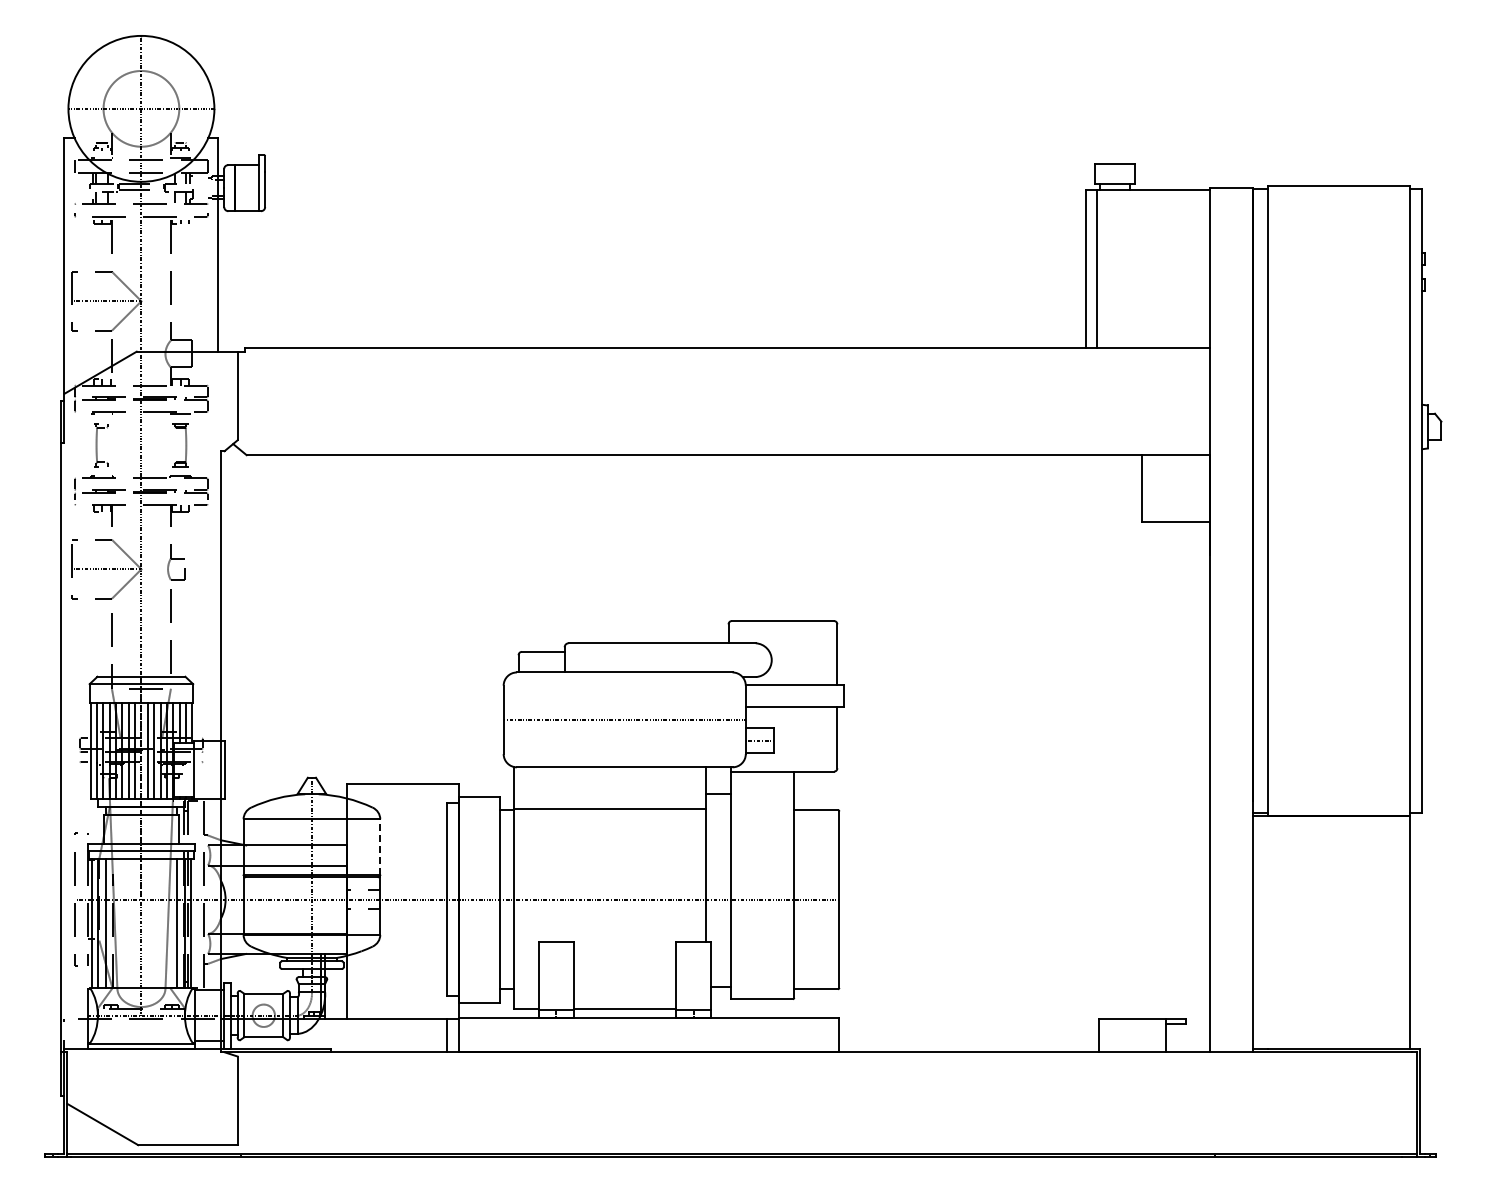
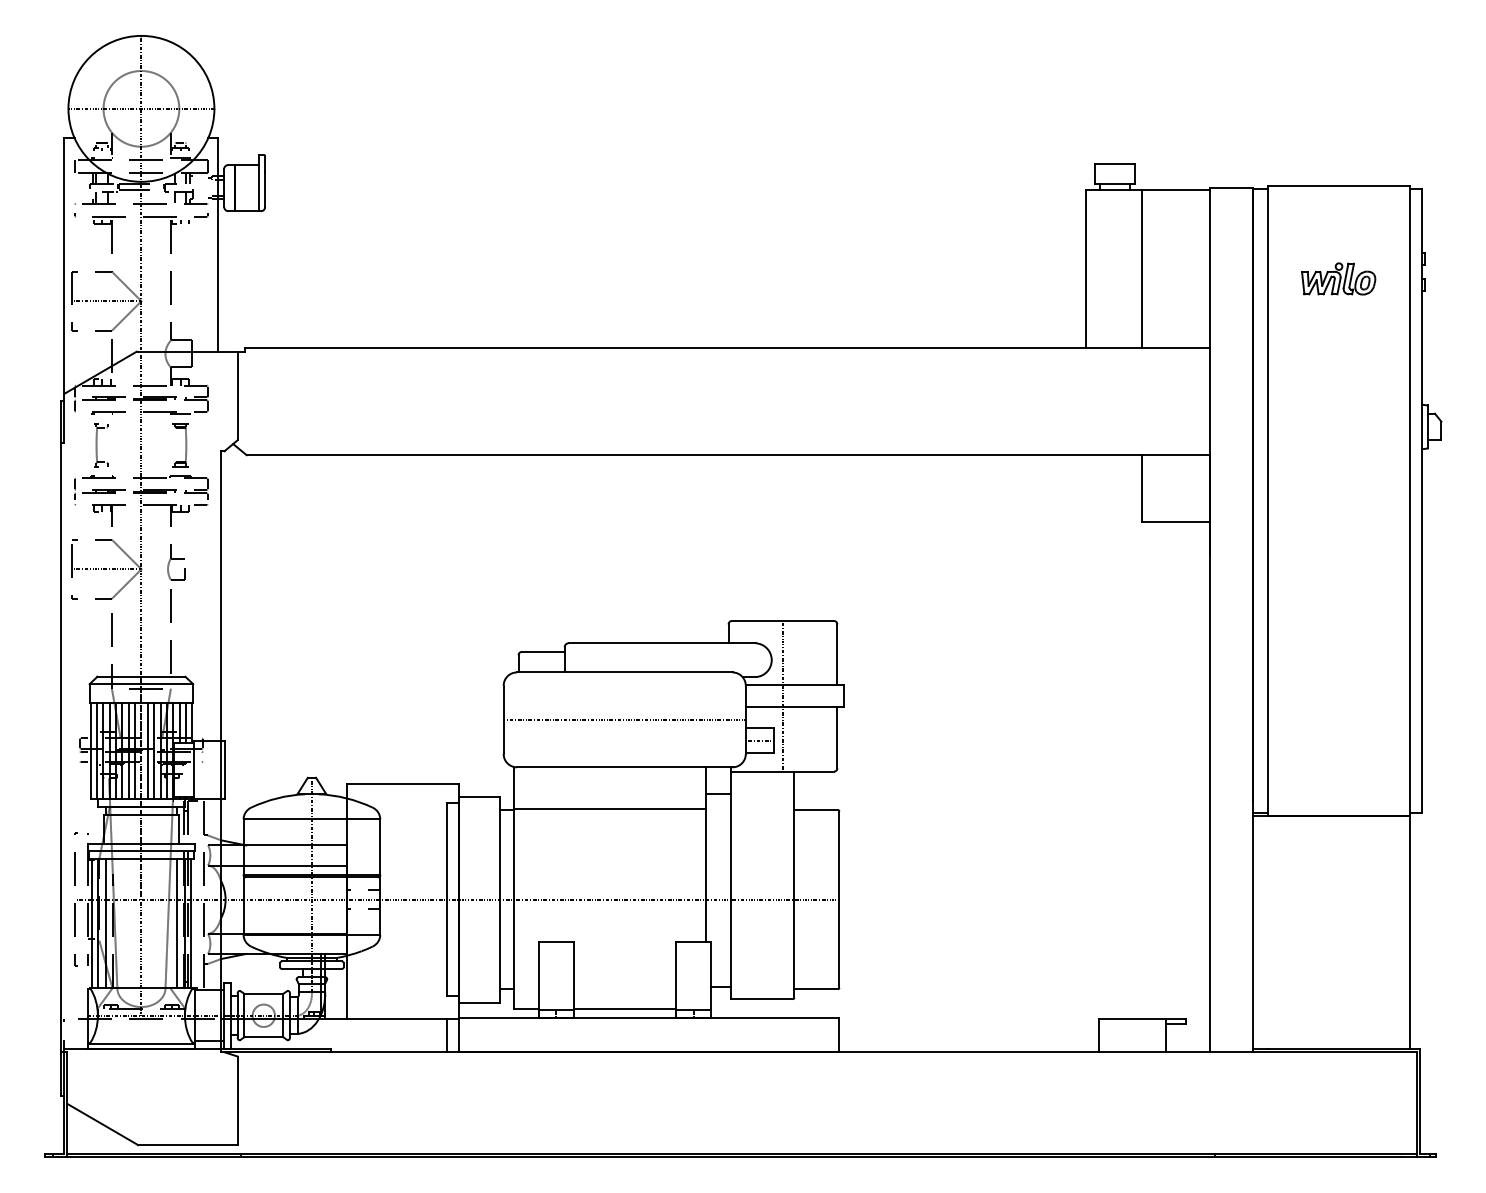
line at (1096, 268) position: (1096, 268) -> (1141, 268)
part at (1338, 278): none -> present
line at (782, 696): none -> present
line at (380, 847): dashed -> solid
